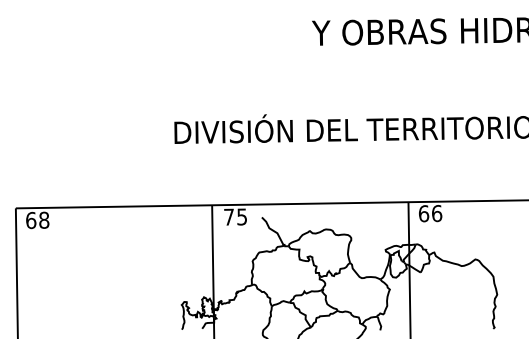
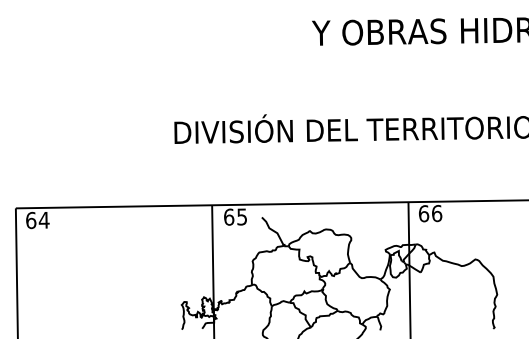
text at (229, 216): 75 -> 65
text at (43, 219): 68 -> 64
